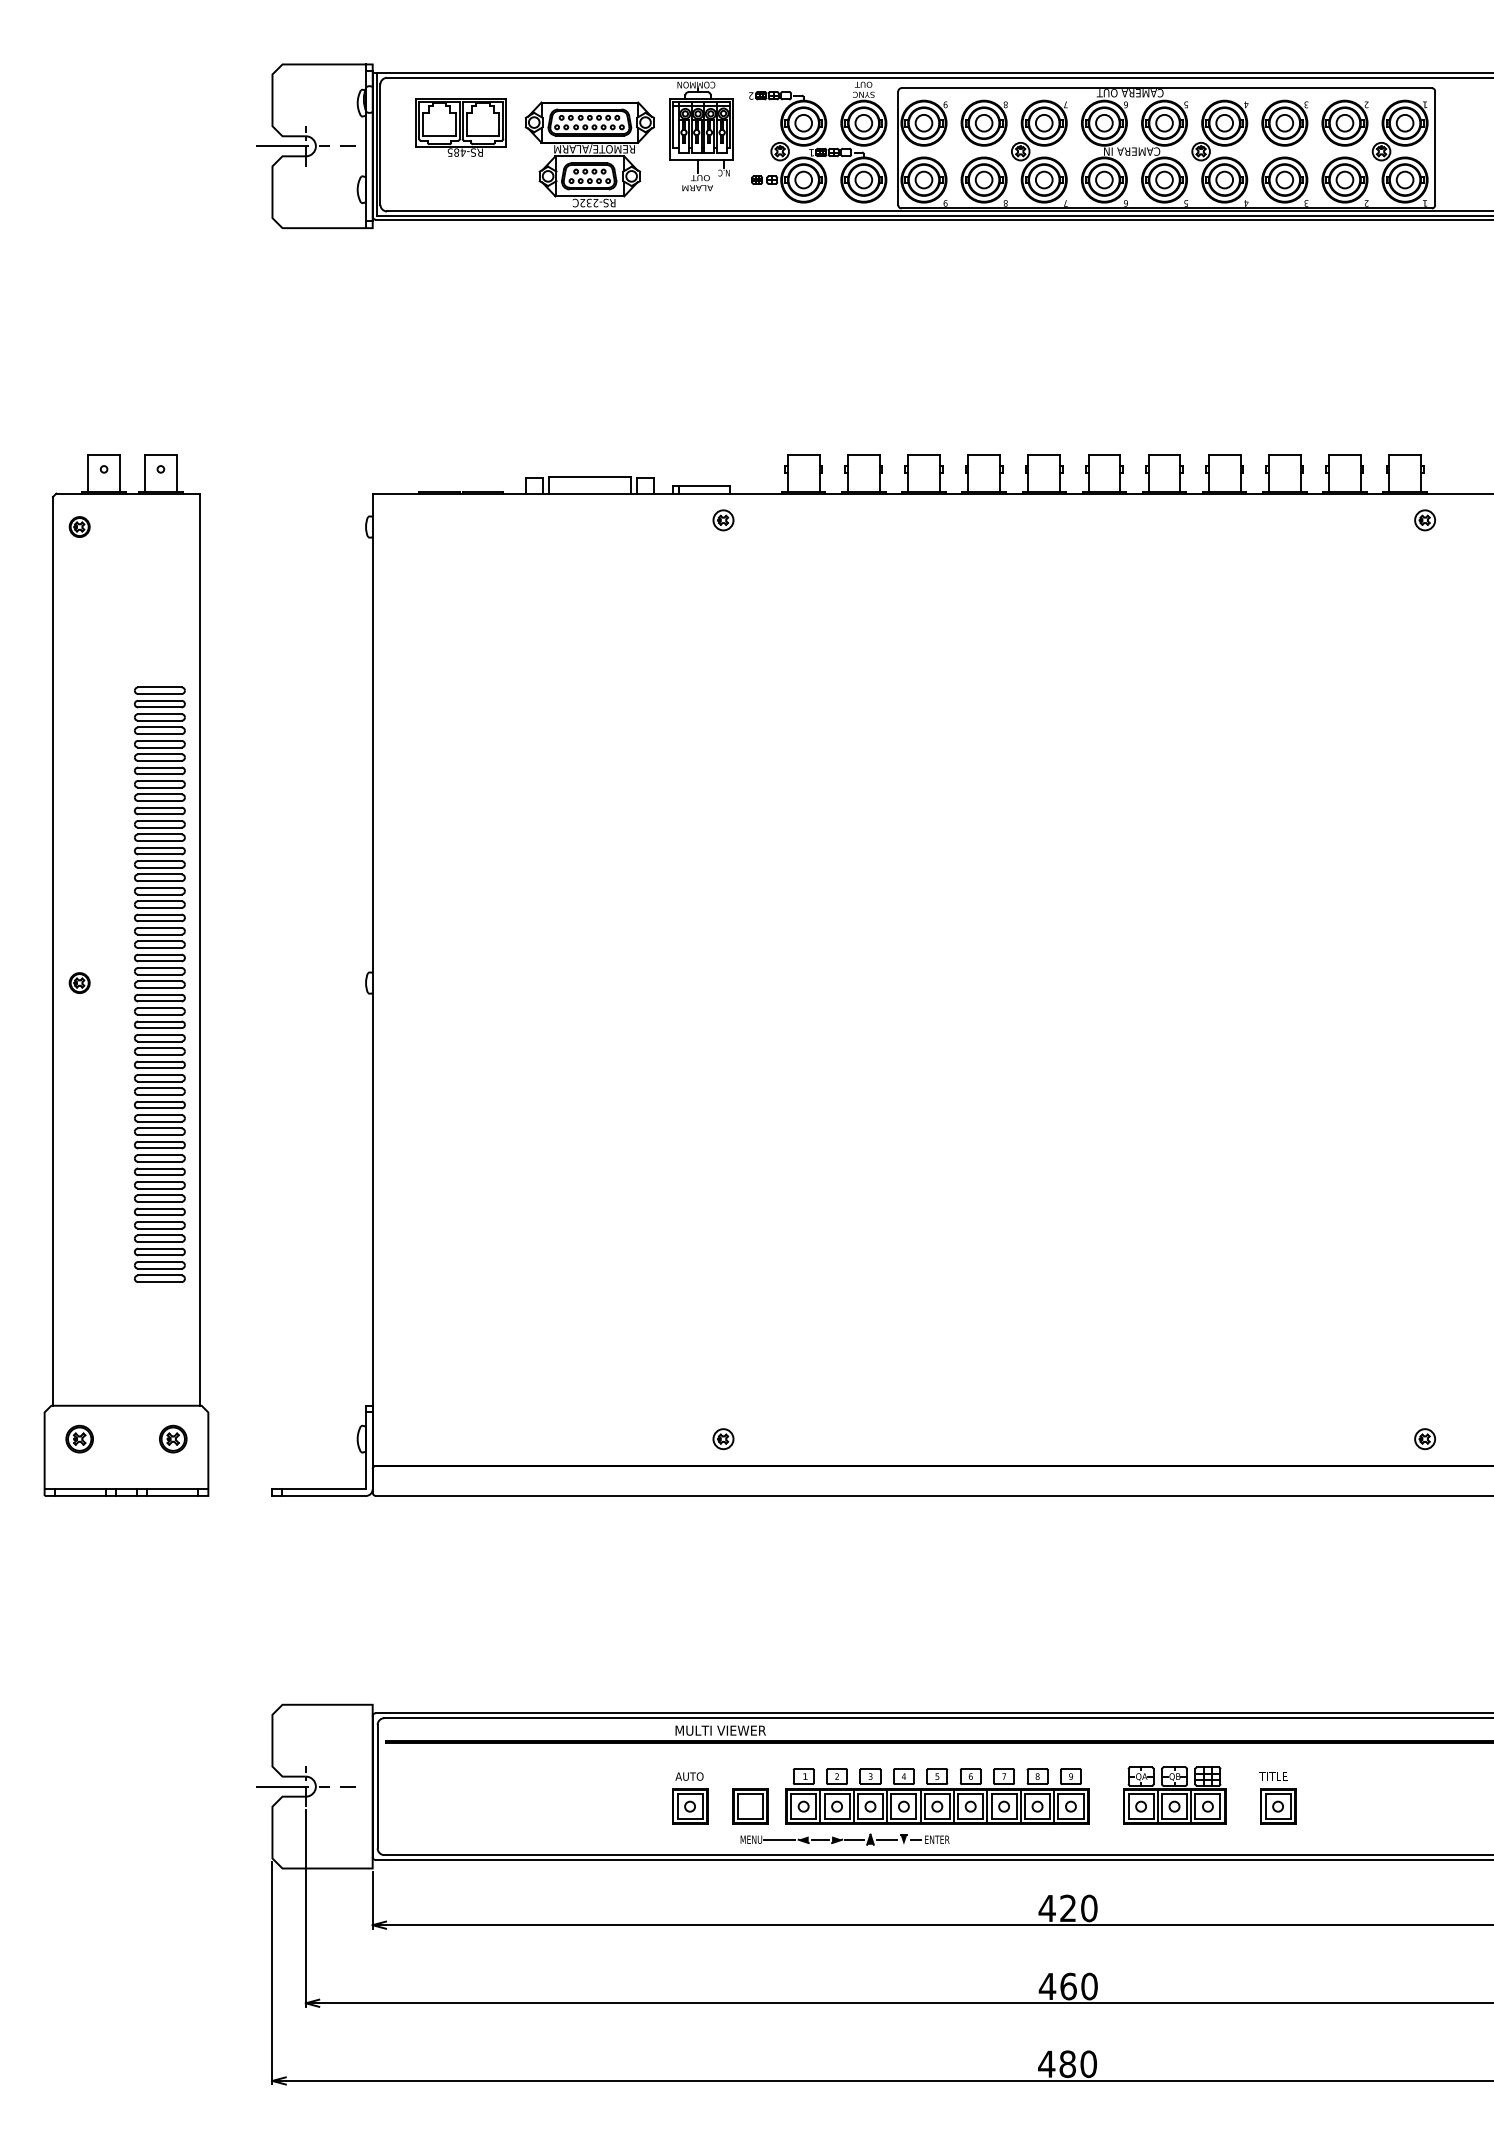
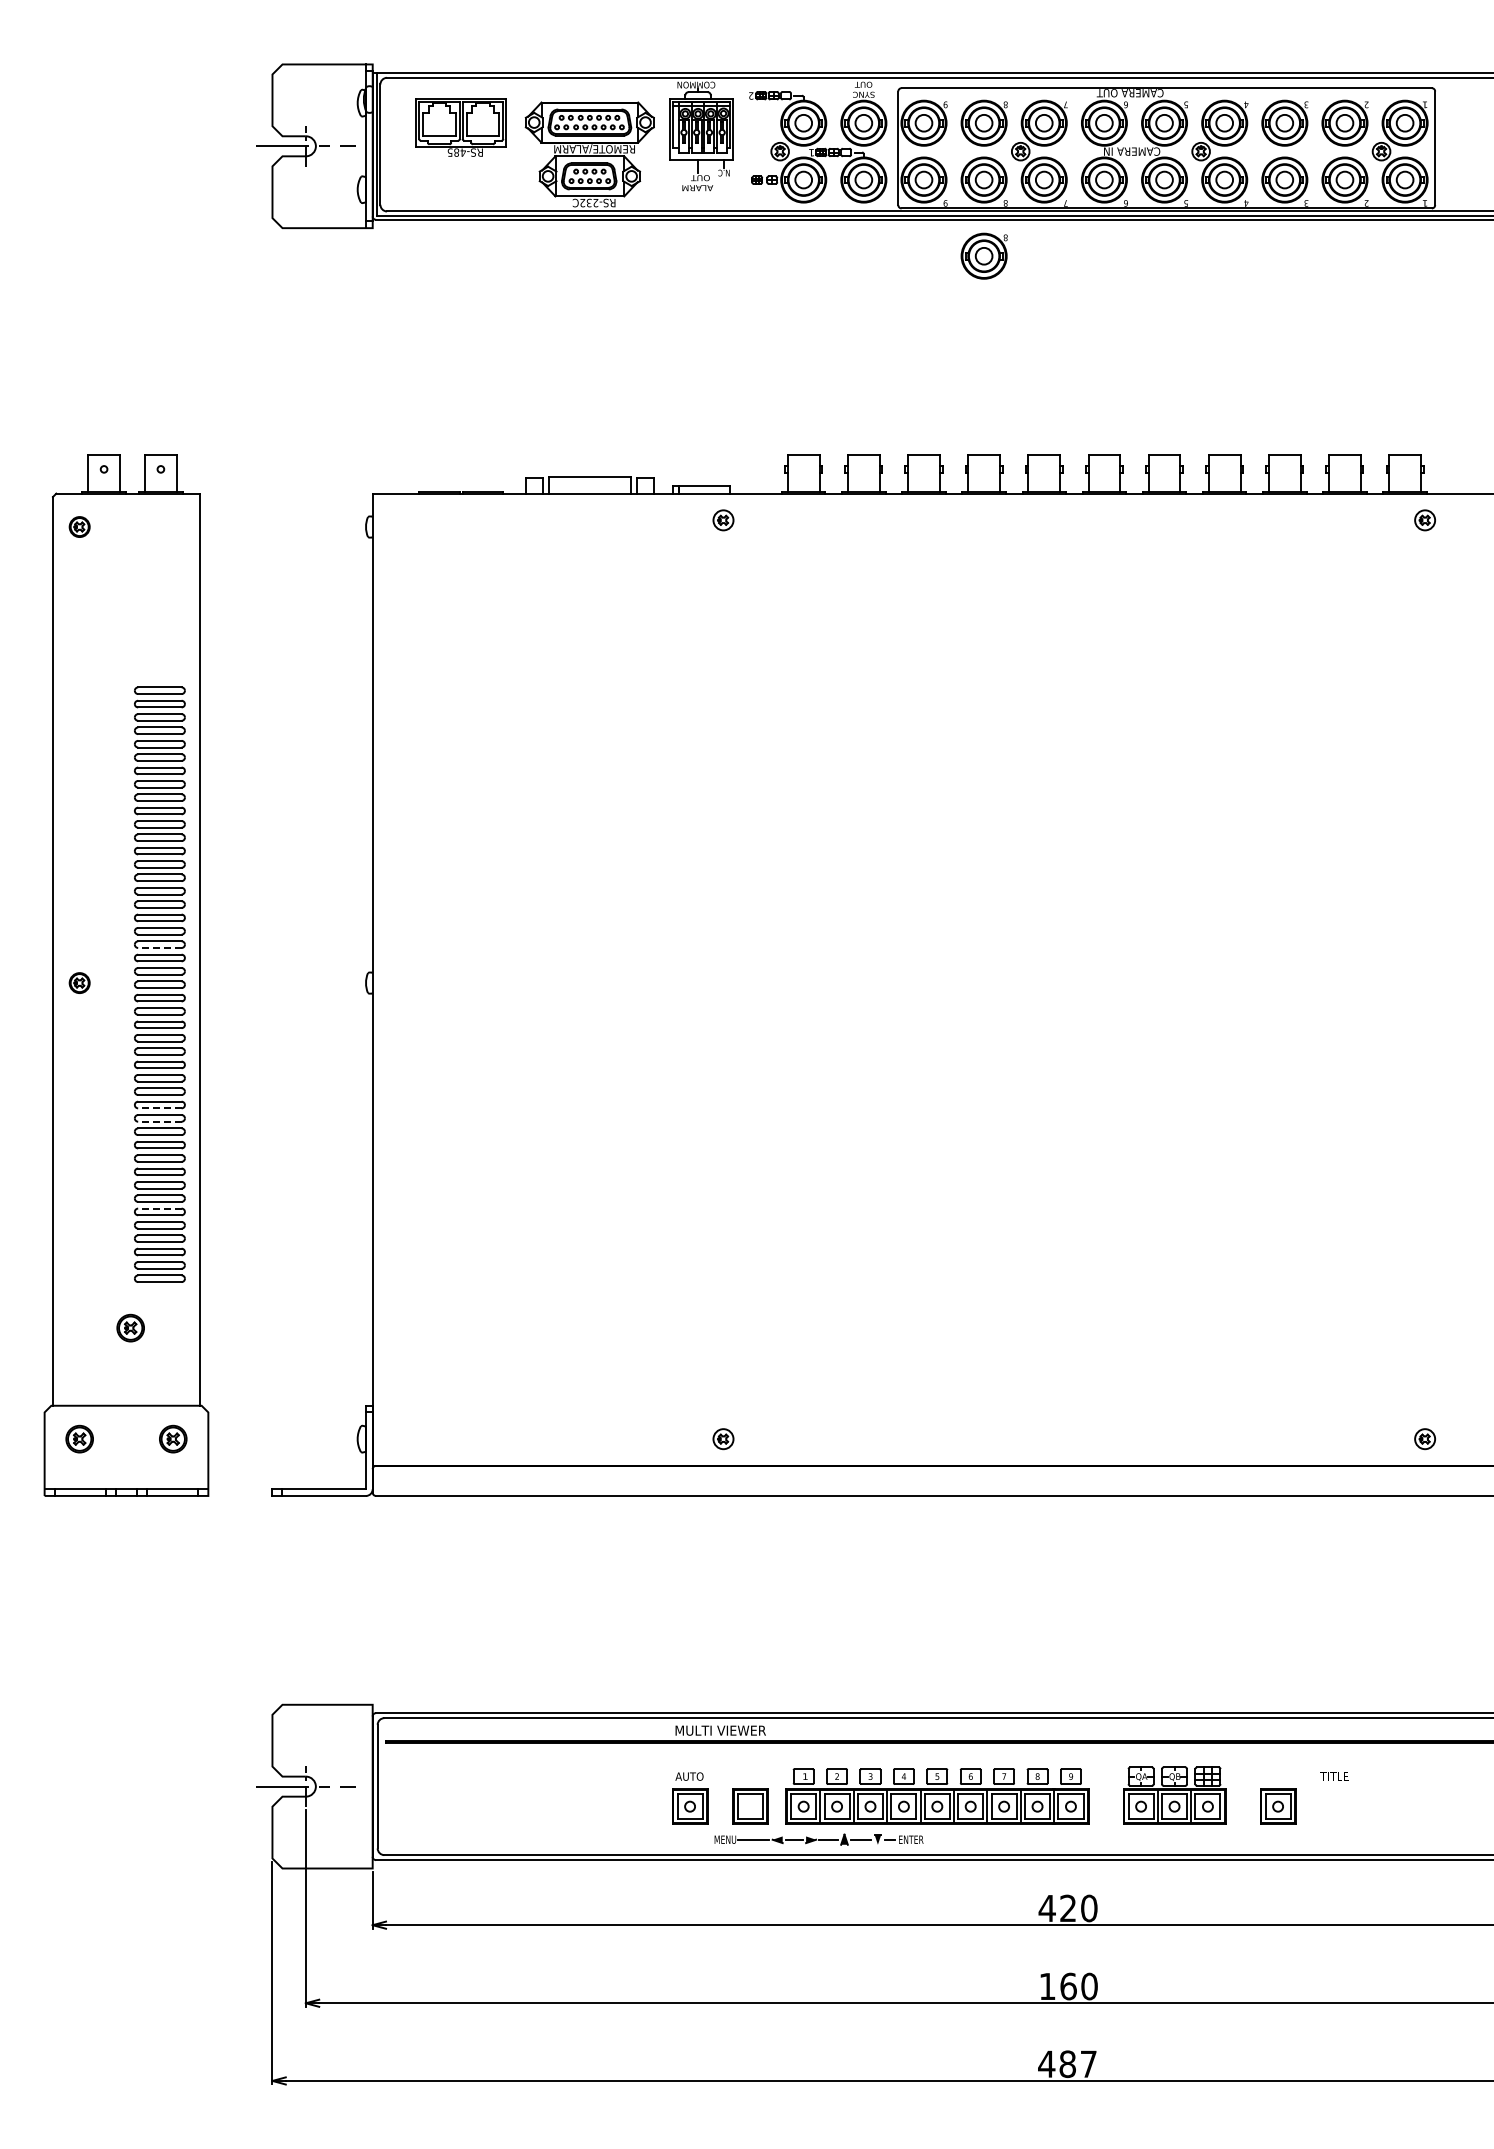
part at (983, 255): none -> present
line at (159, 948): solid -> dashed
line at (159, 1108): solid -> dashed
line at (159, 1121): solid -> dashed
line at (159, 1208): solid -> dashed
part at (130, 1327): none -> present
text at (1273, 1776) position: (1273, 1776) -> (1334, 1776)
part at (844, 1839) position: (844, 1839) -> (818, 1839)
text at (1047, 1986): 460 -> 160
text at (1088, 2063): 480 -> 487
